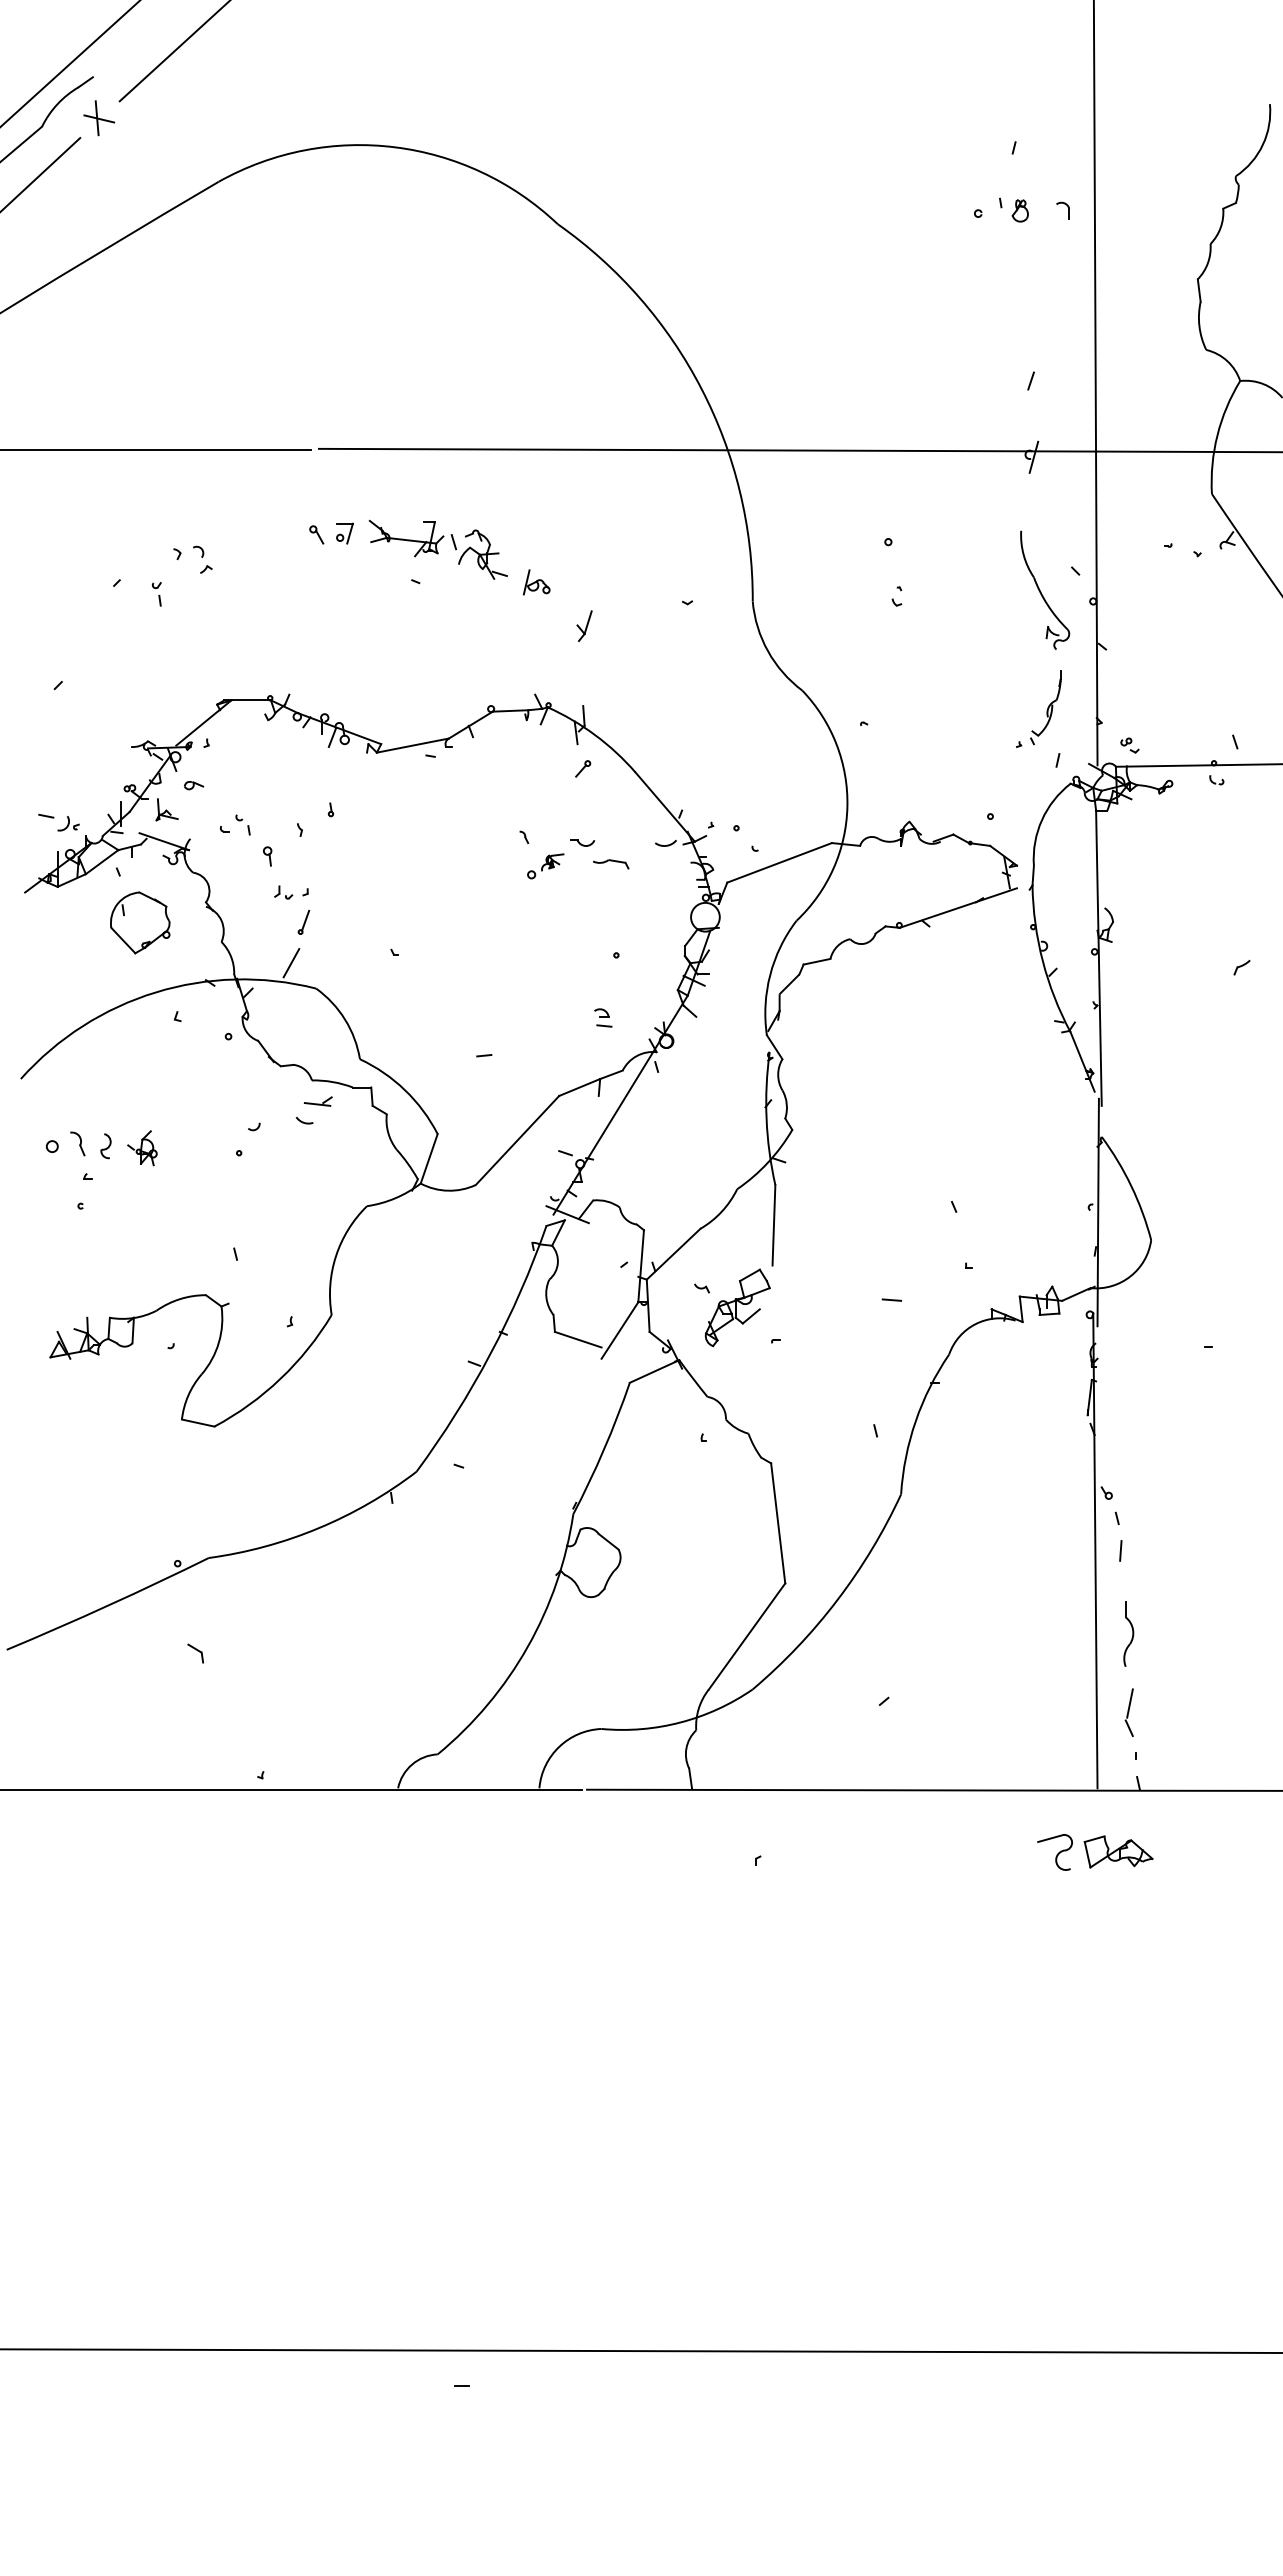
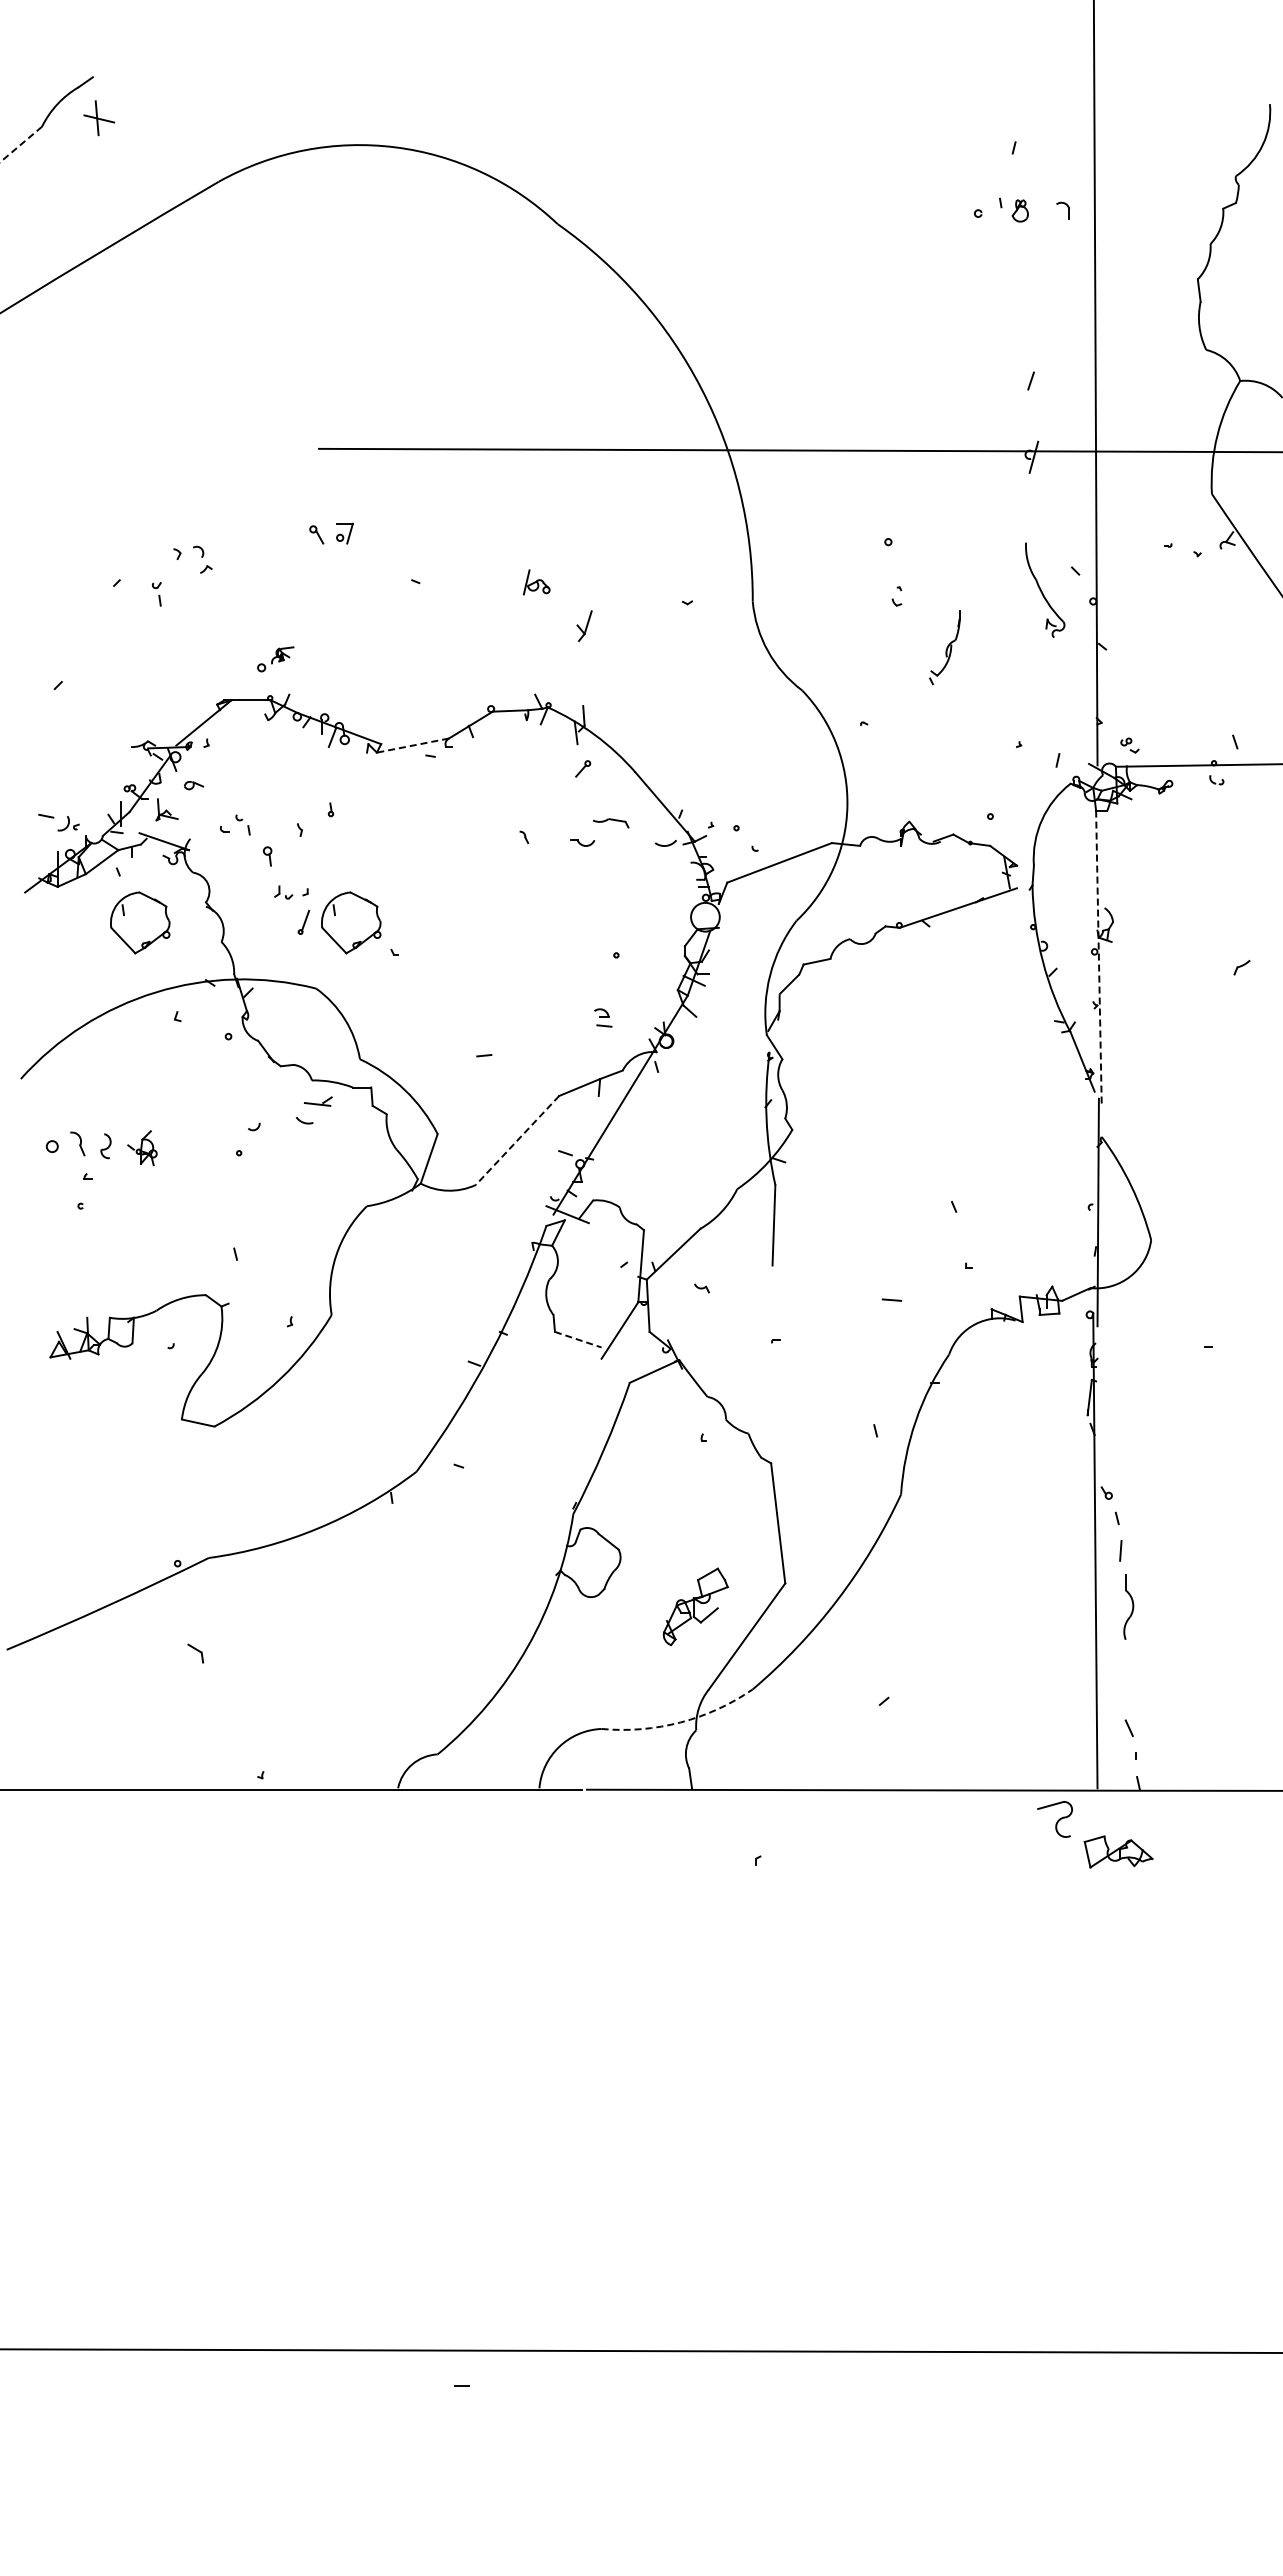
line at (173, 51): present -> none
line at (70, 63): present -> none
line at (20, 144): solid -> dashed
line at (41, 174): present -> none
line at (156, 450): present -> none
part at (437, 549): present -> none
part at (1045, 589) size: 51x120 px -> 41x97 px
part at (1045, 707) position: (1045, 707) -> (944, 647)
line at (412, 745): solid -> dashed
part at (611, 864) position: (611, 864) -> (611, 823)
part at (545, 866) position: (545, 866) -> (275, 659)
part at (351, 922): none -> present
line at (1098, 958): solid -> dashed
line at (291, 963): present -> none
line at (517, 1140): solid -> dashed
part at (737, 1307) position: (737, 1307) -> (695, 1606)
line at (578, 1339): solid -> dashed
part at (1128, 1633) position: (1128, 1633) -> (1128, 1606)
line at (1129, 1703): present -> none
arc at (680, 1722): solid -> dashed
part at (1054, 1852) position: (1054, 1852) -> (1054, 1819)
